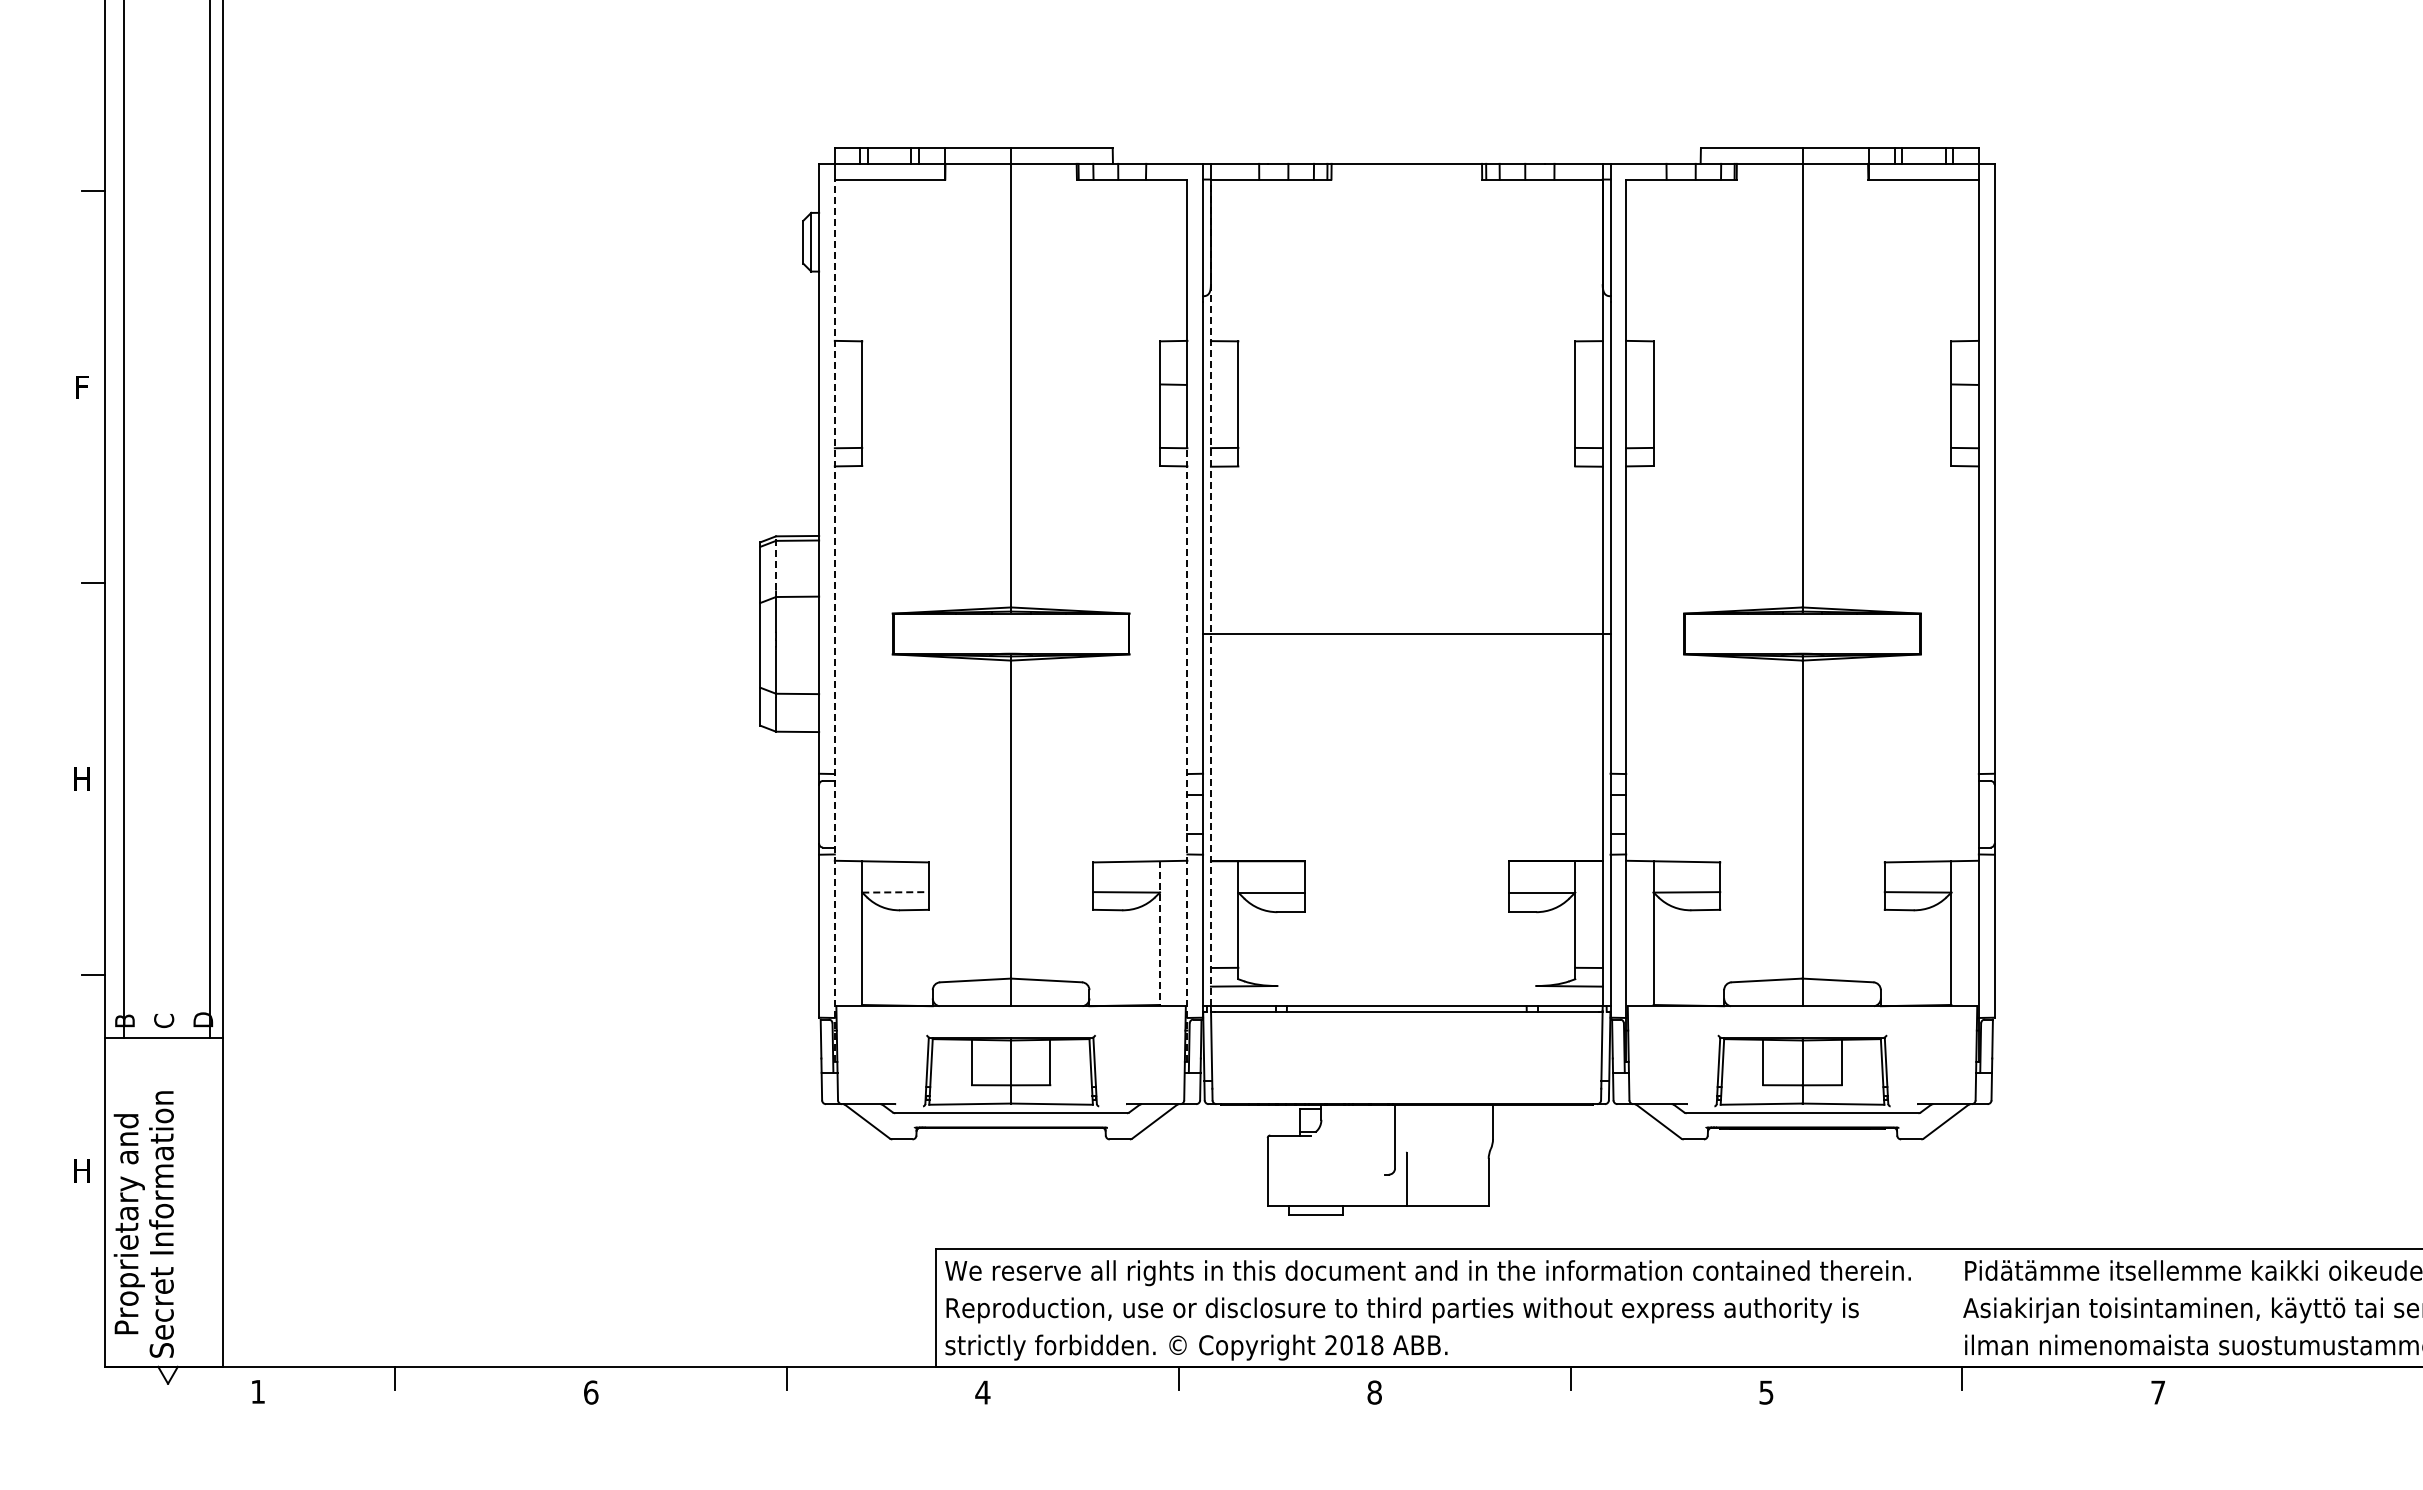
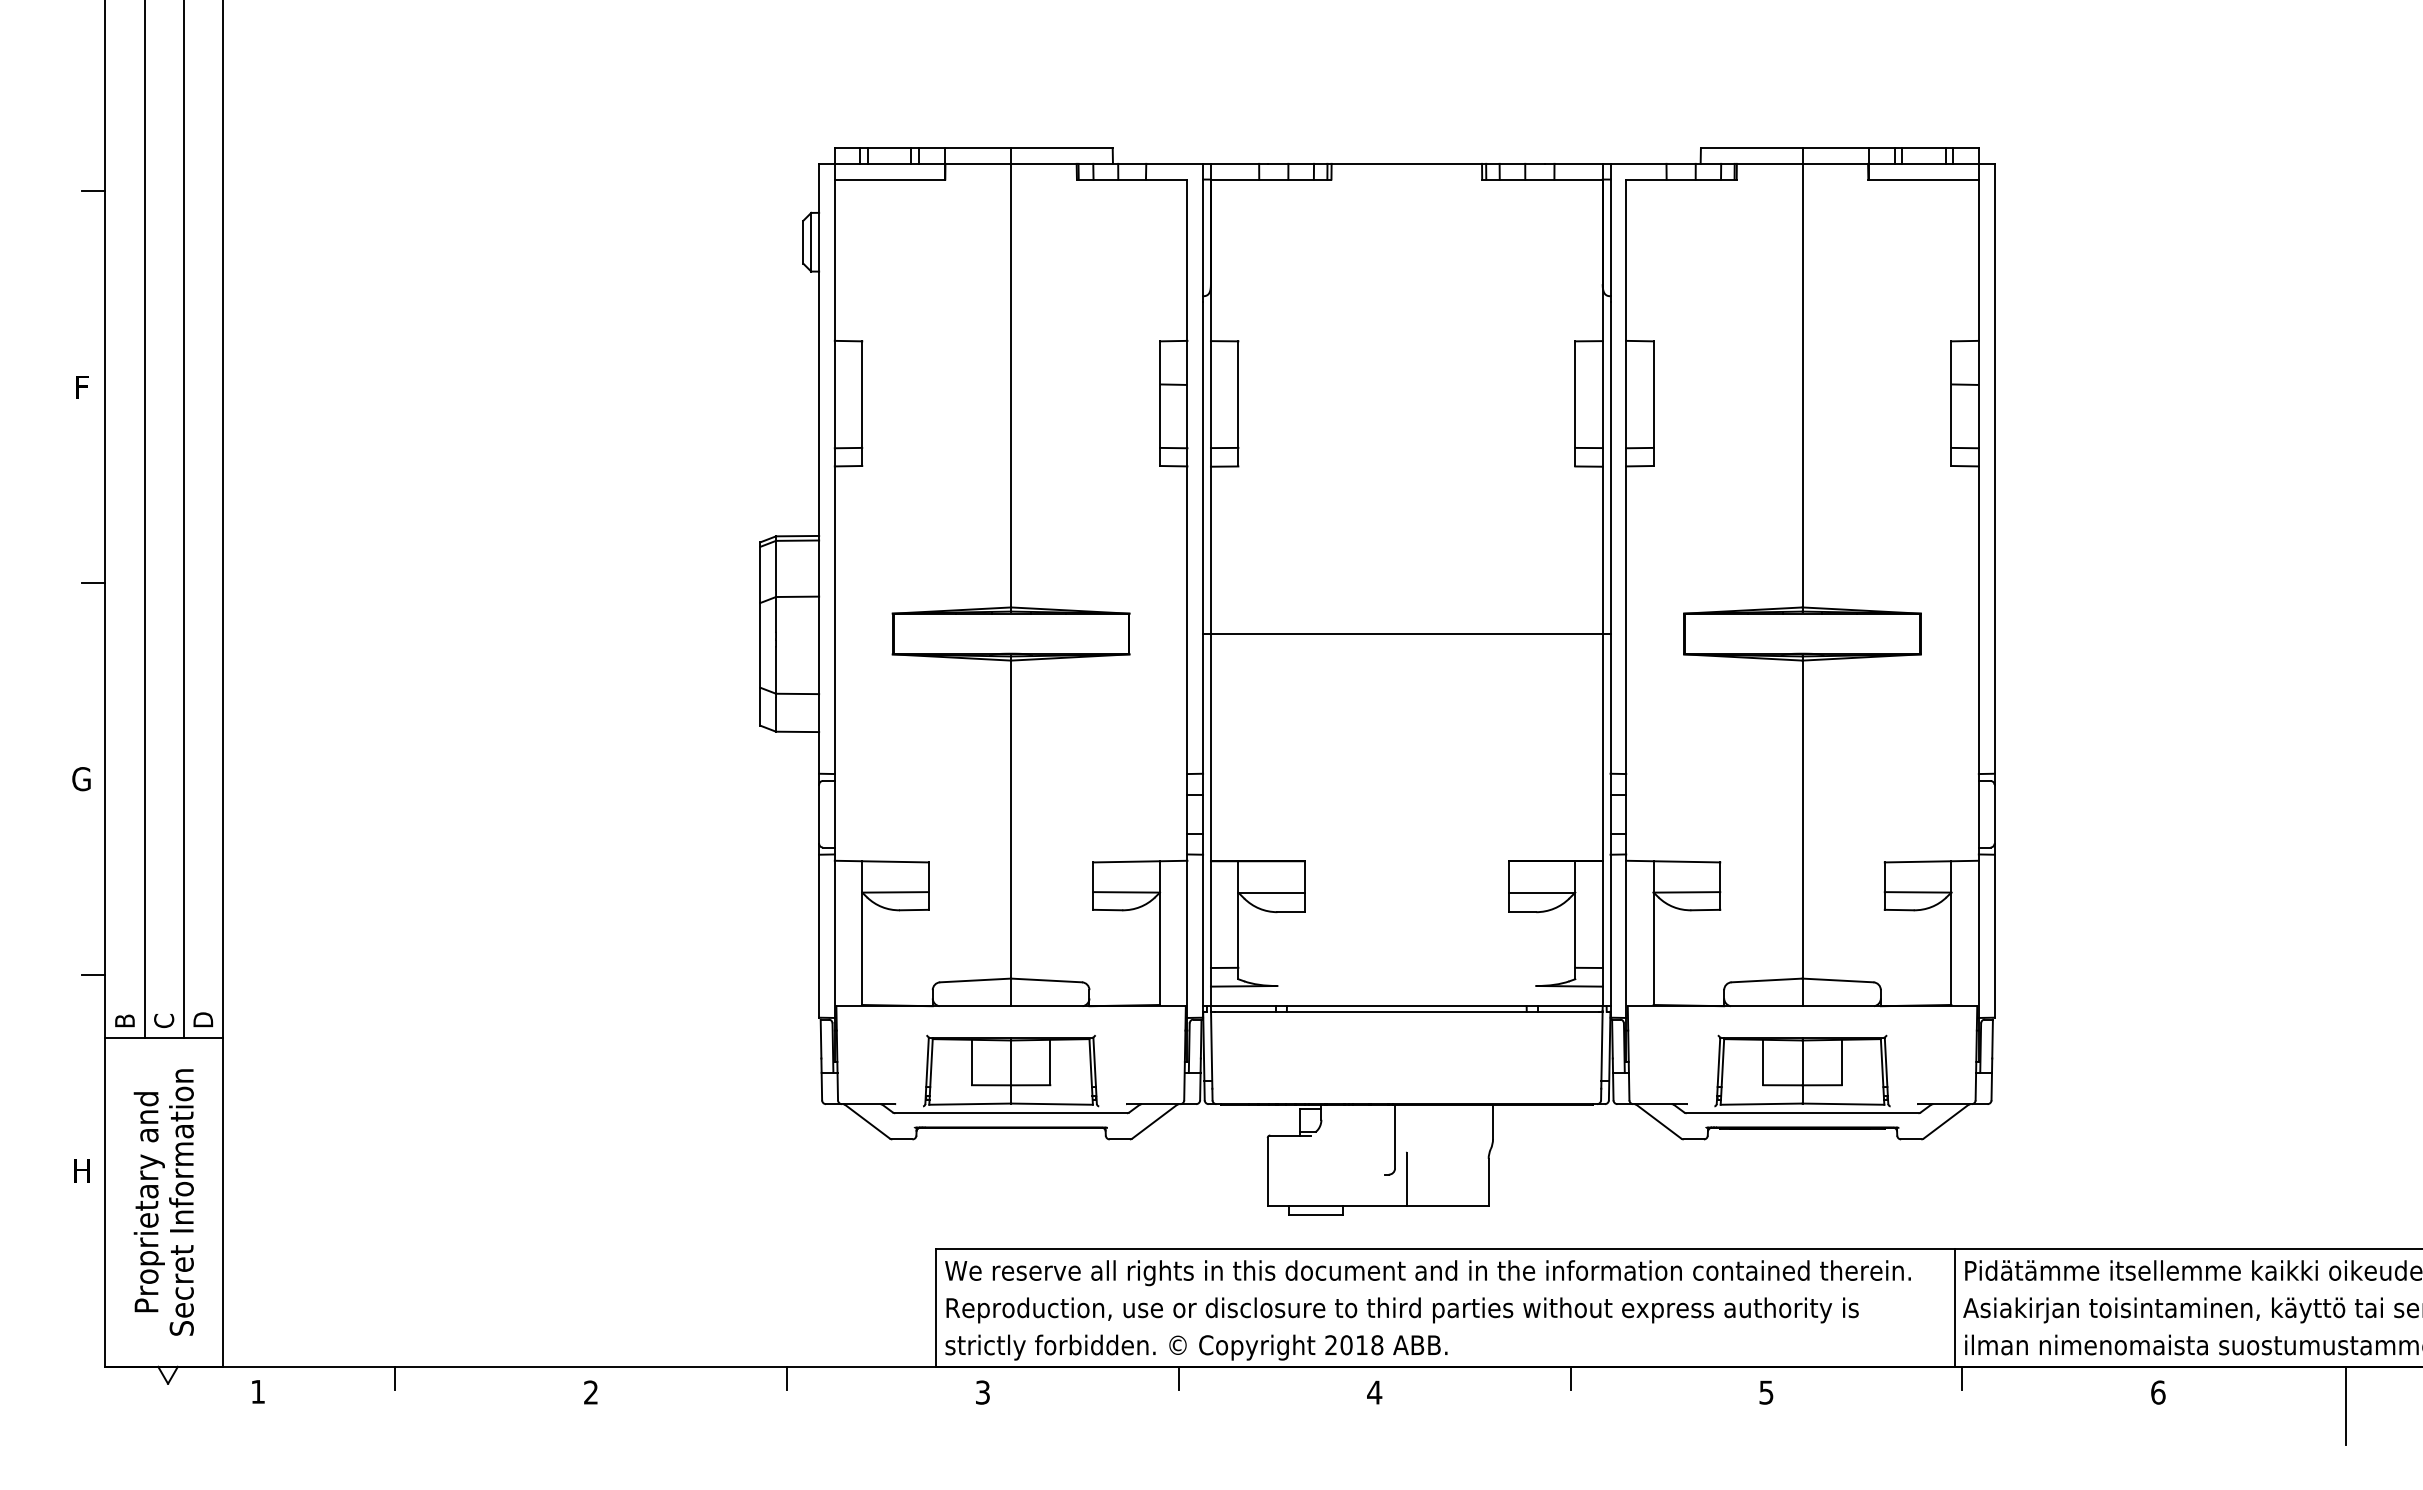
line at (123, 519) position: (123, 519) -> (144, 519)
line at (209, 519) position: (209, 519) -> (183, 519)
line at (776, 562): dashed -> solid
line at (1210, 592): dashed -> solid
line at (834, 620): dashed -> solid
line at (1187, 755): dashed -> solid
text at (81, 779): H -> G
line at (896, 892): dashed -> solid
line at (1159, 933): dashed -> solid
text at (143, 1224) position: (143, 1224) -> (163, 1202)
line at (1954, 1307): none -> present
text at (591, 1392): 6 -> 2
text at (982, 1392): 4 -> 3
text at (1374, 1392): 8 -> 4
text at (2158, 1392): 7 -> 6
line at (2346, 1405): none -> present
